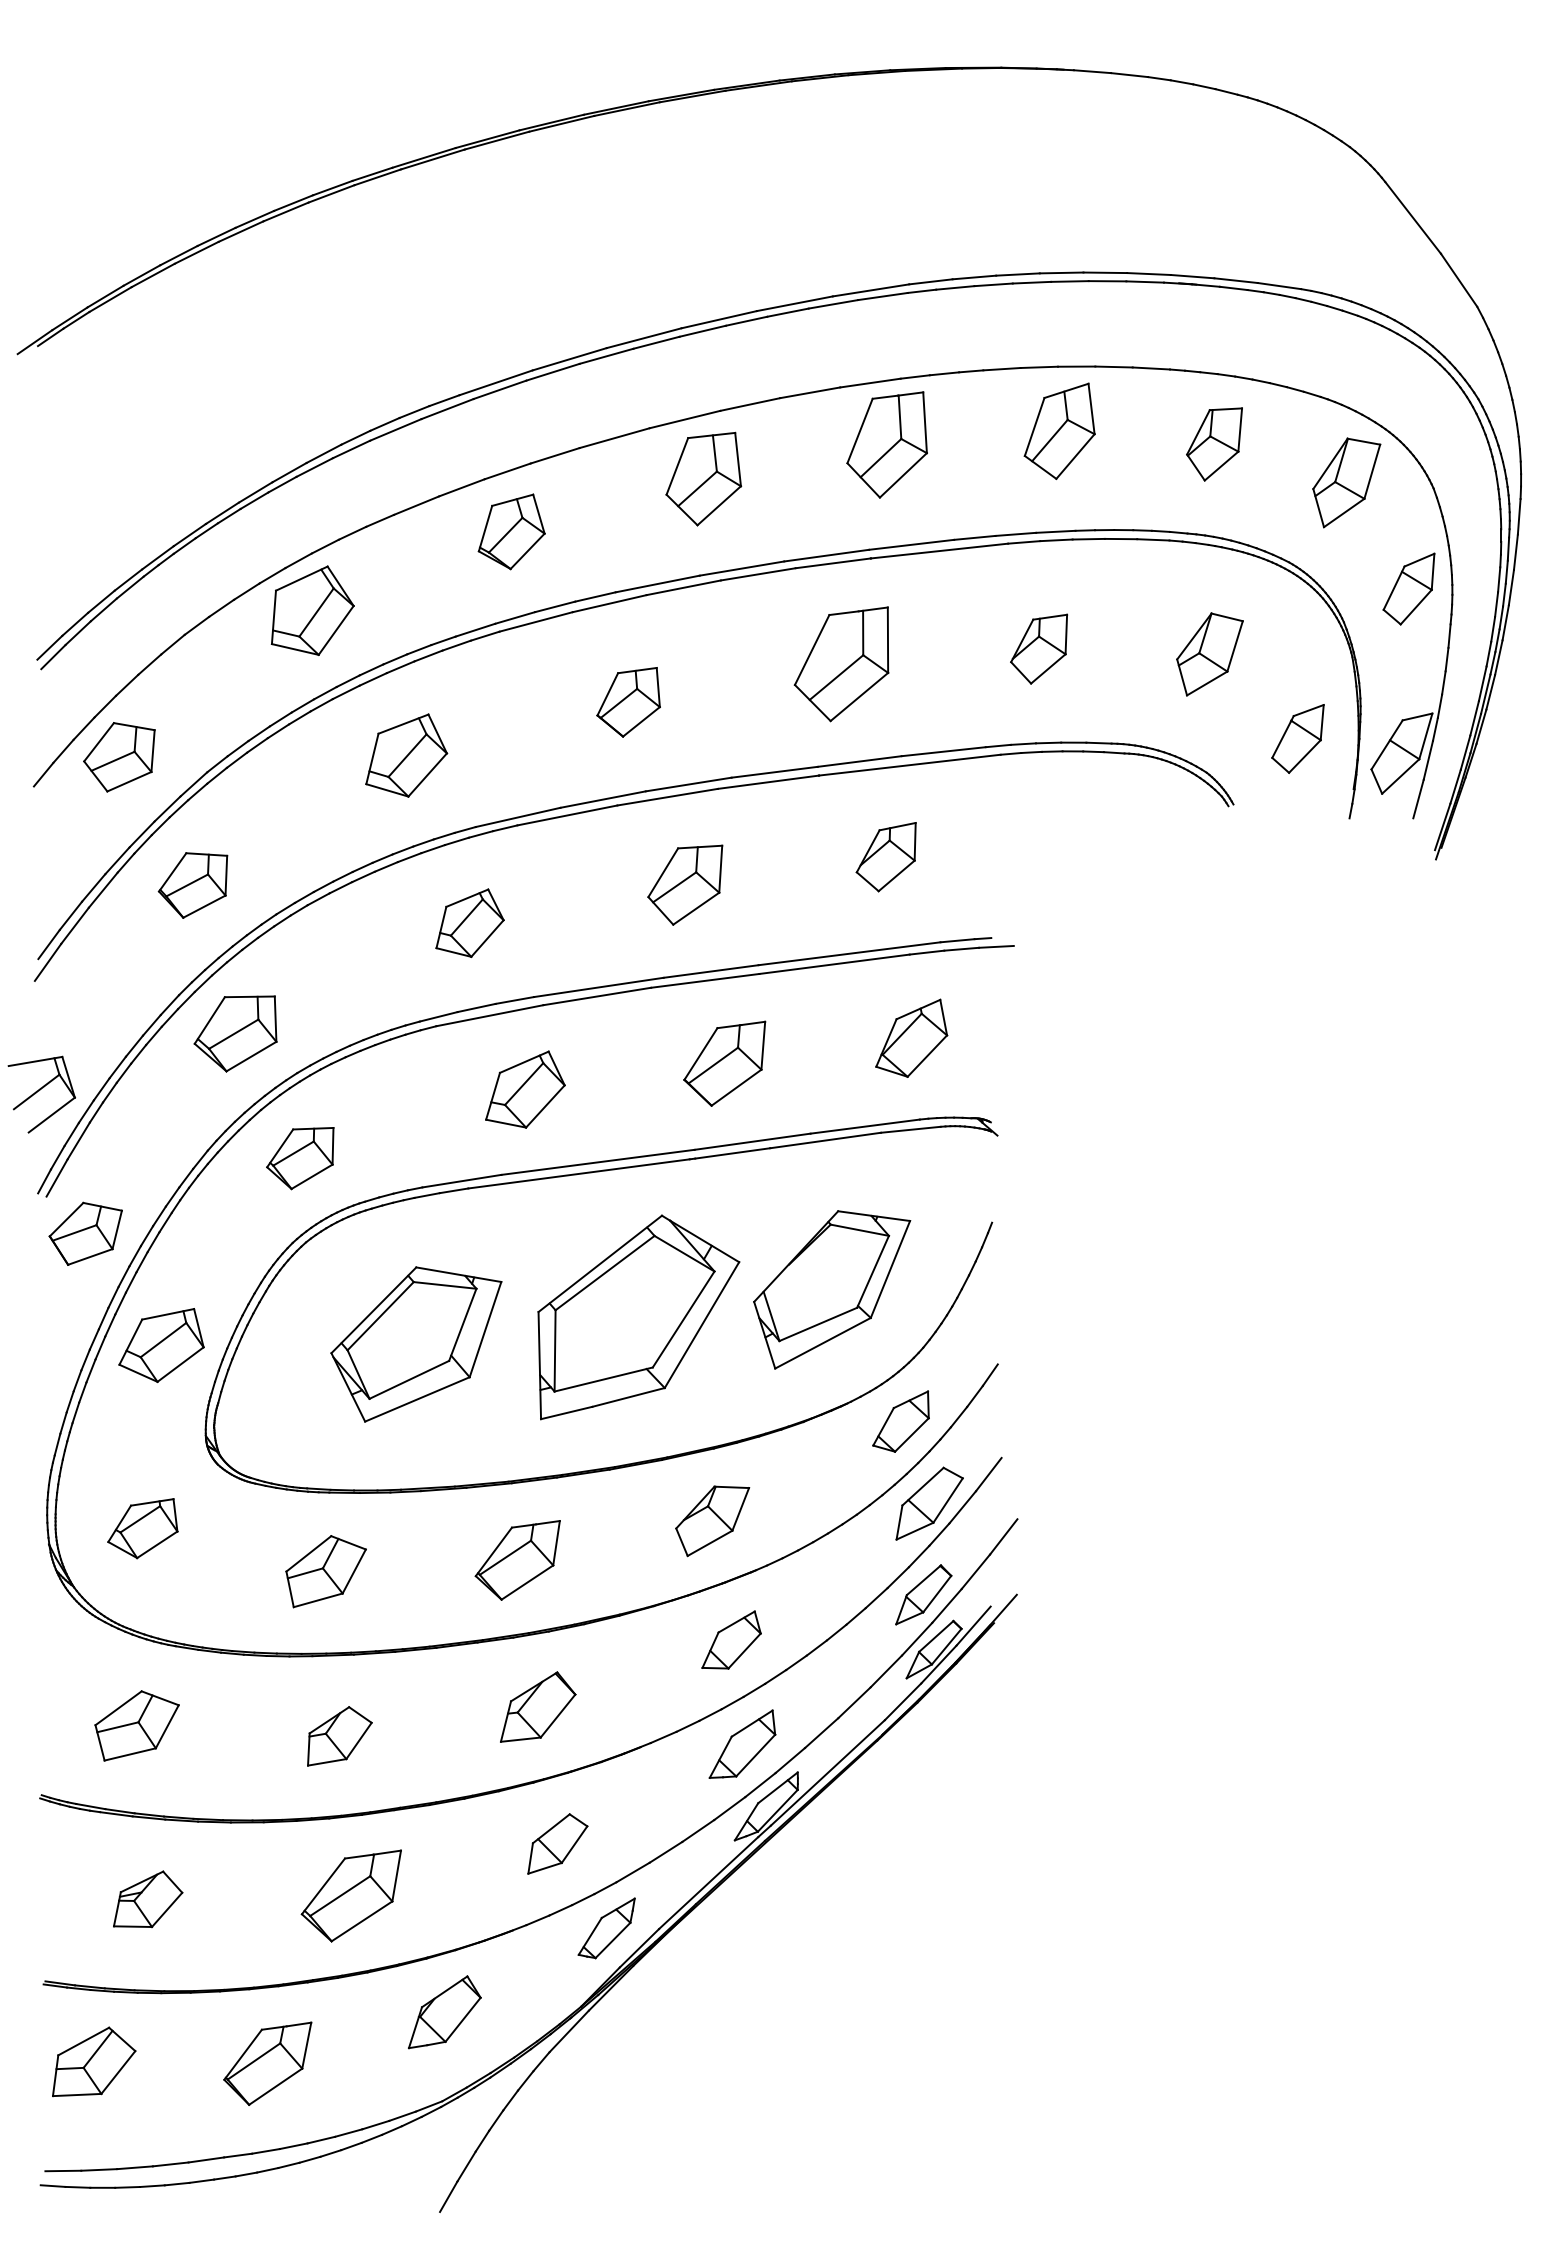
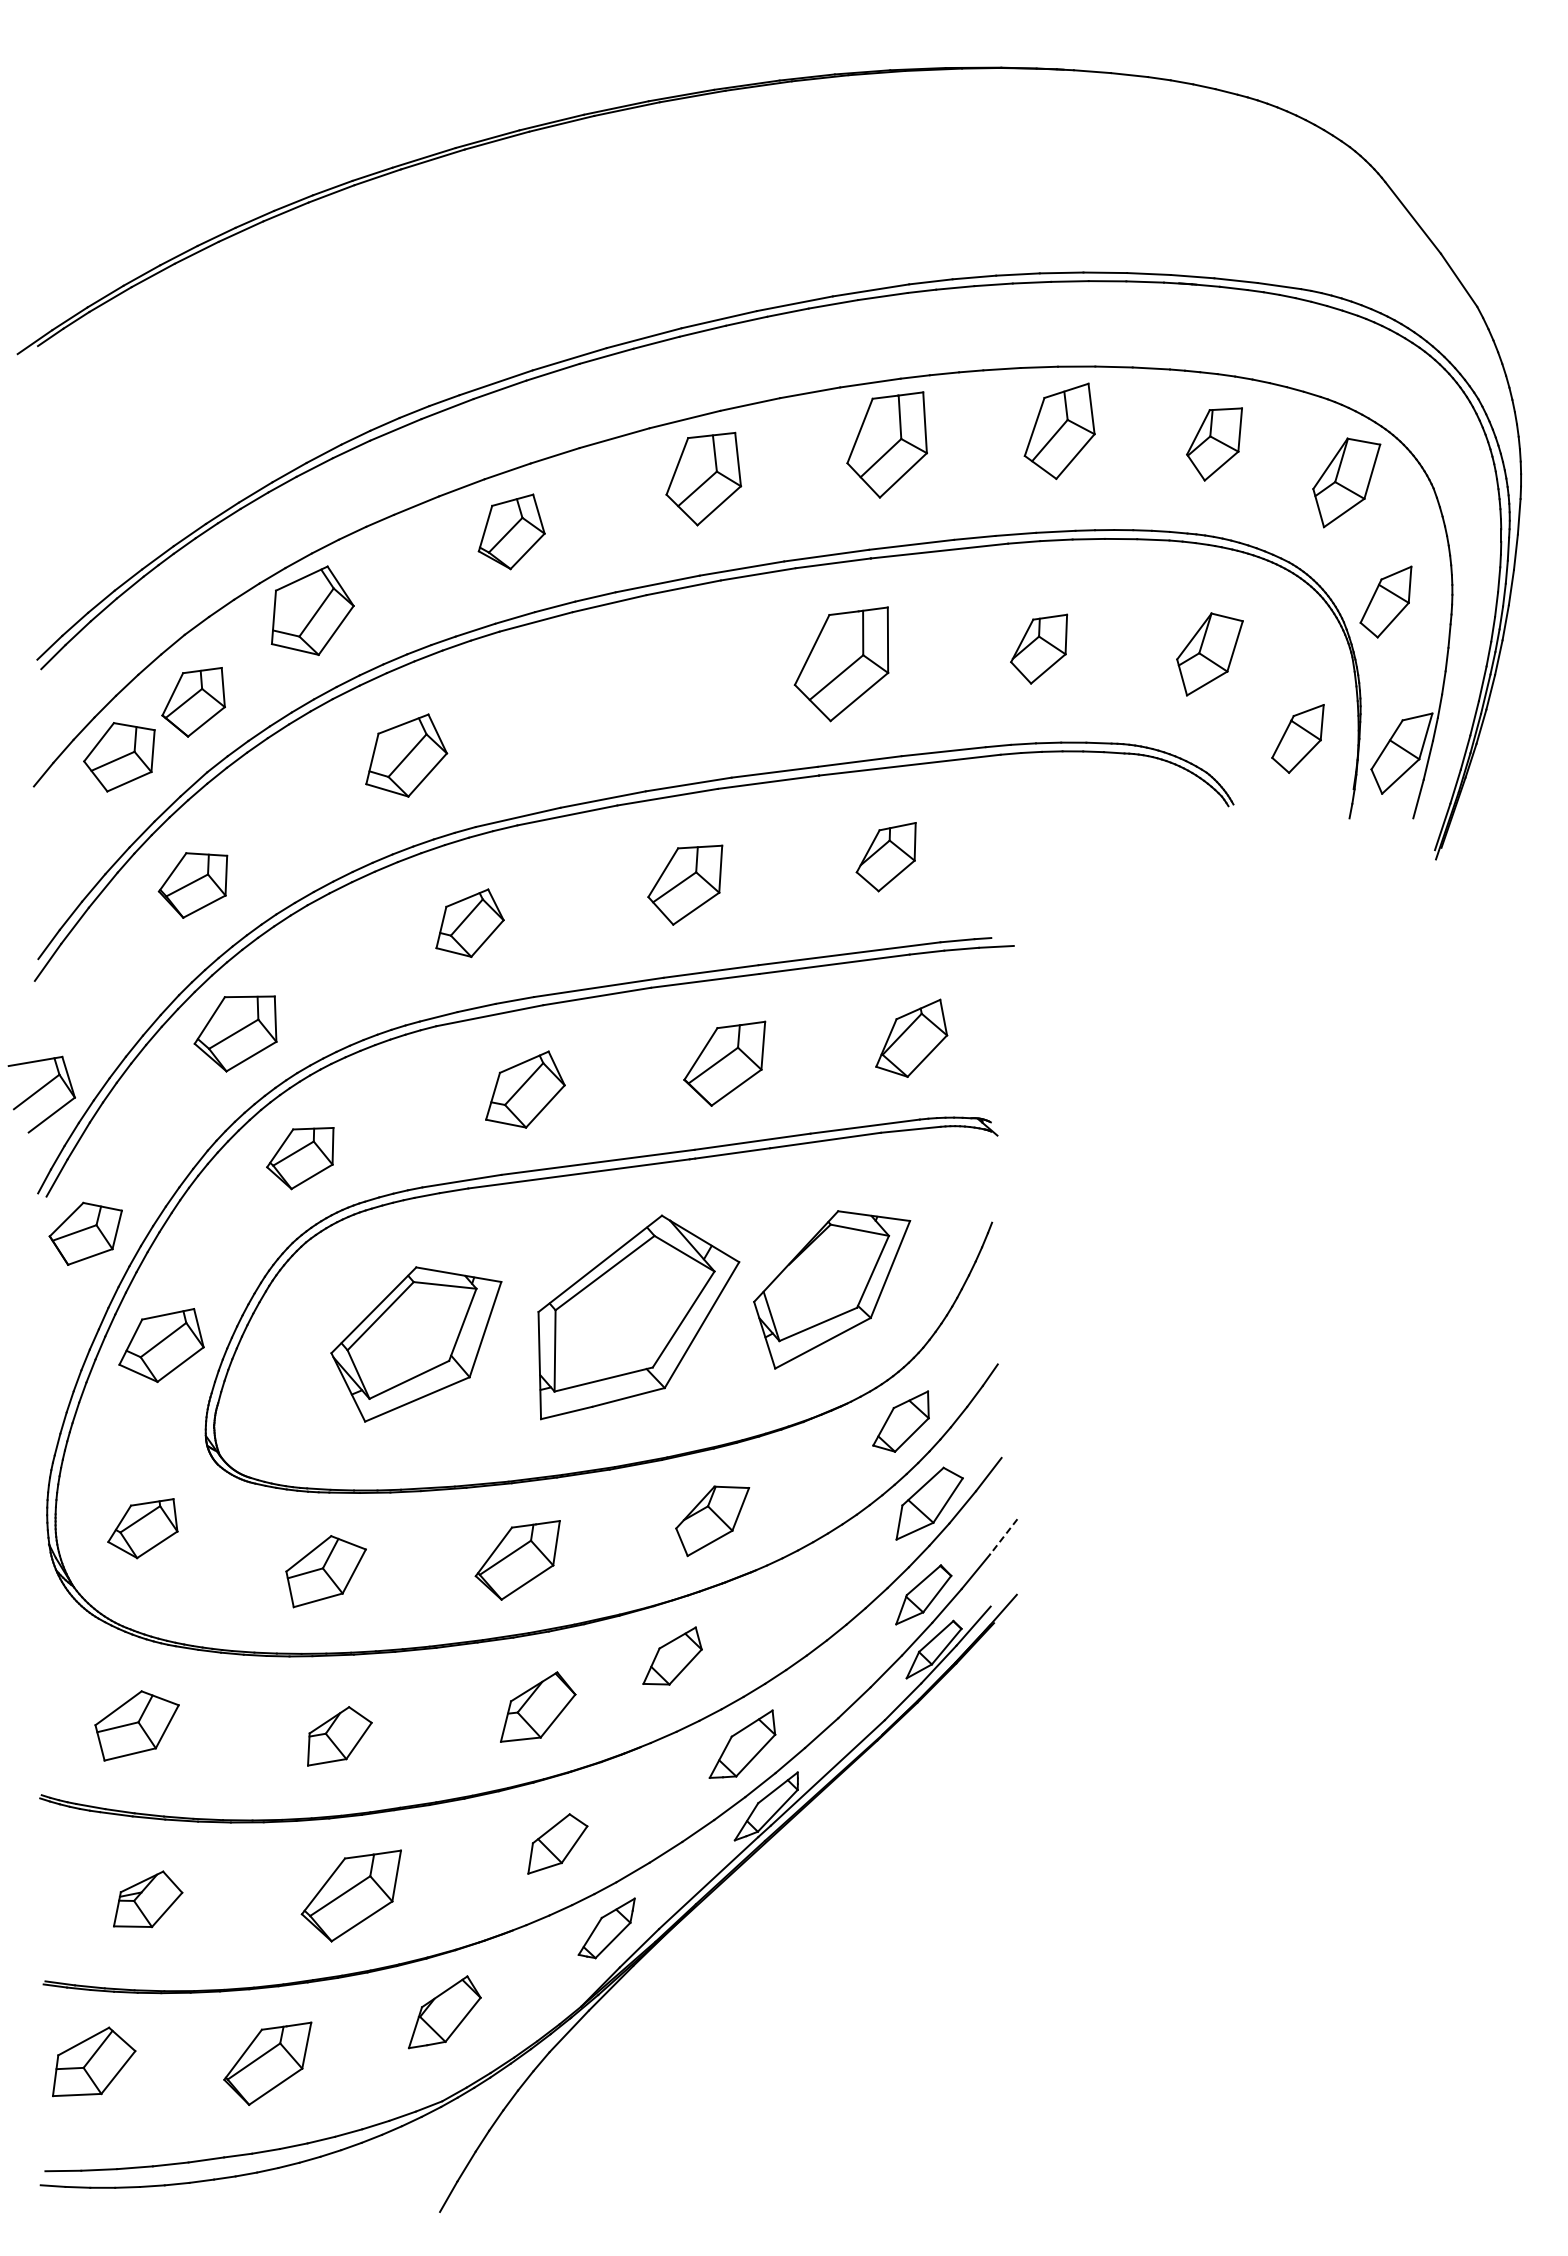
part at (1408, 588) position: (1408, 588) -> (1385, 601)
part at (628, 702) position: (628, 702) -> (193, 702)
line at (1003, 1537): solid -> dashed
part at (731, 1639) position: (731, 1639) -> (672, 1655)
